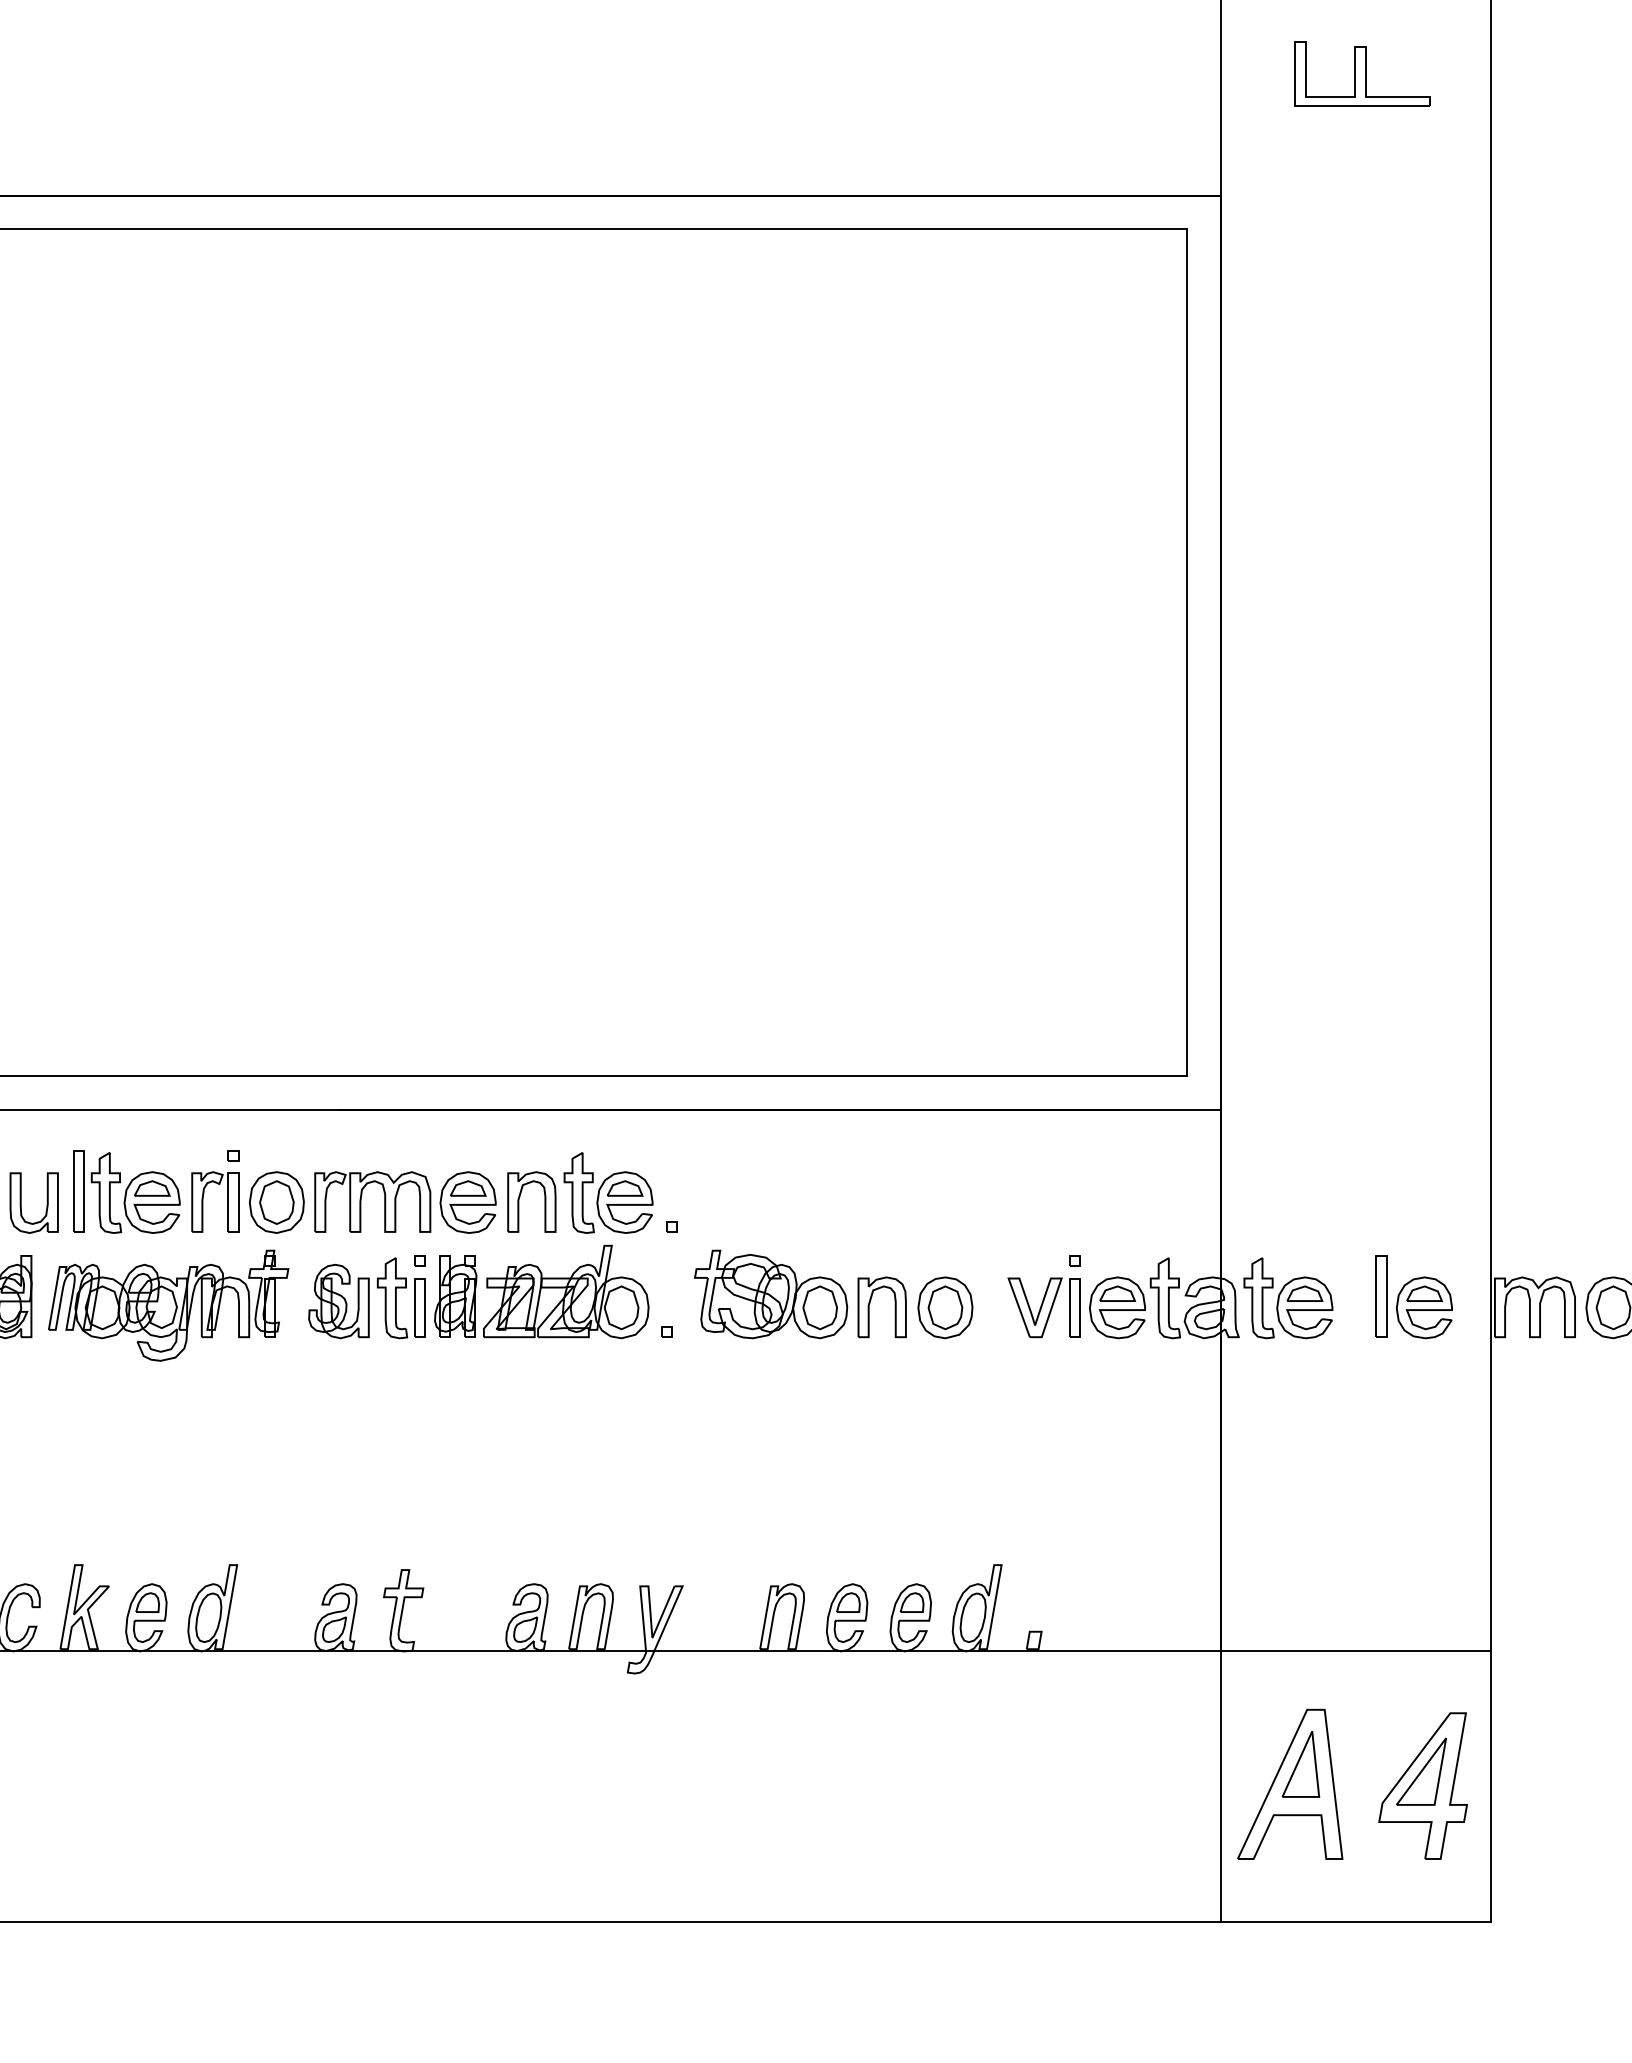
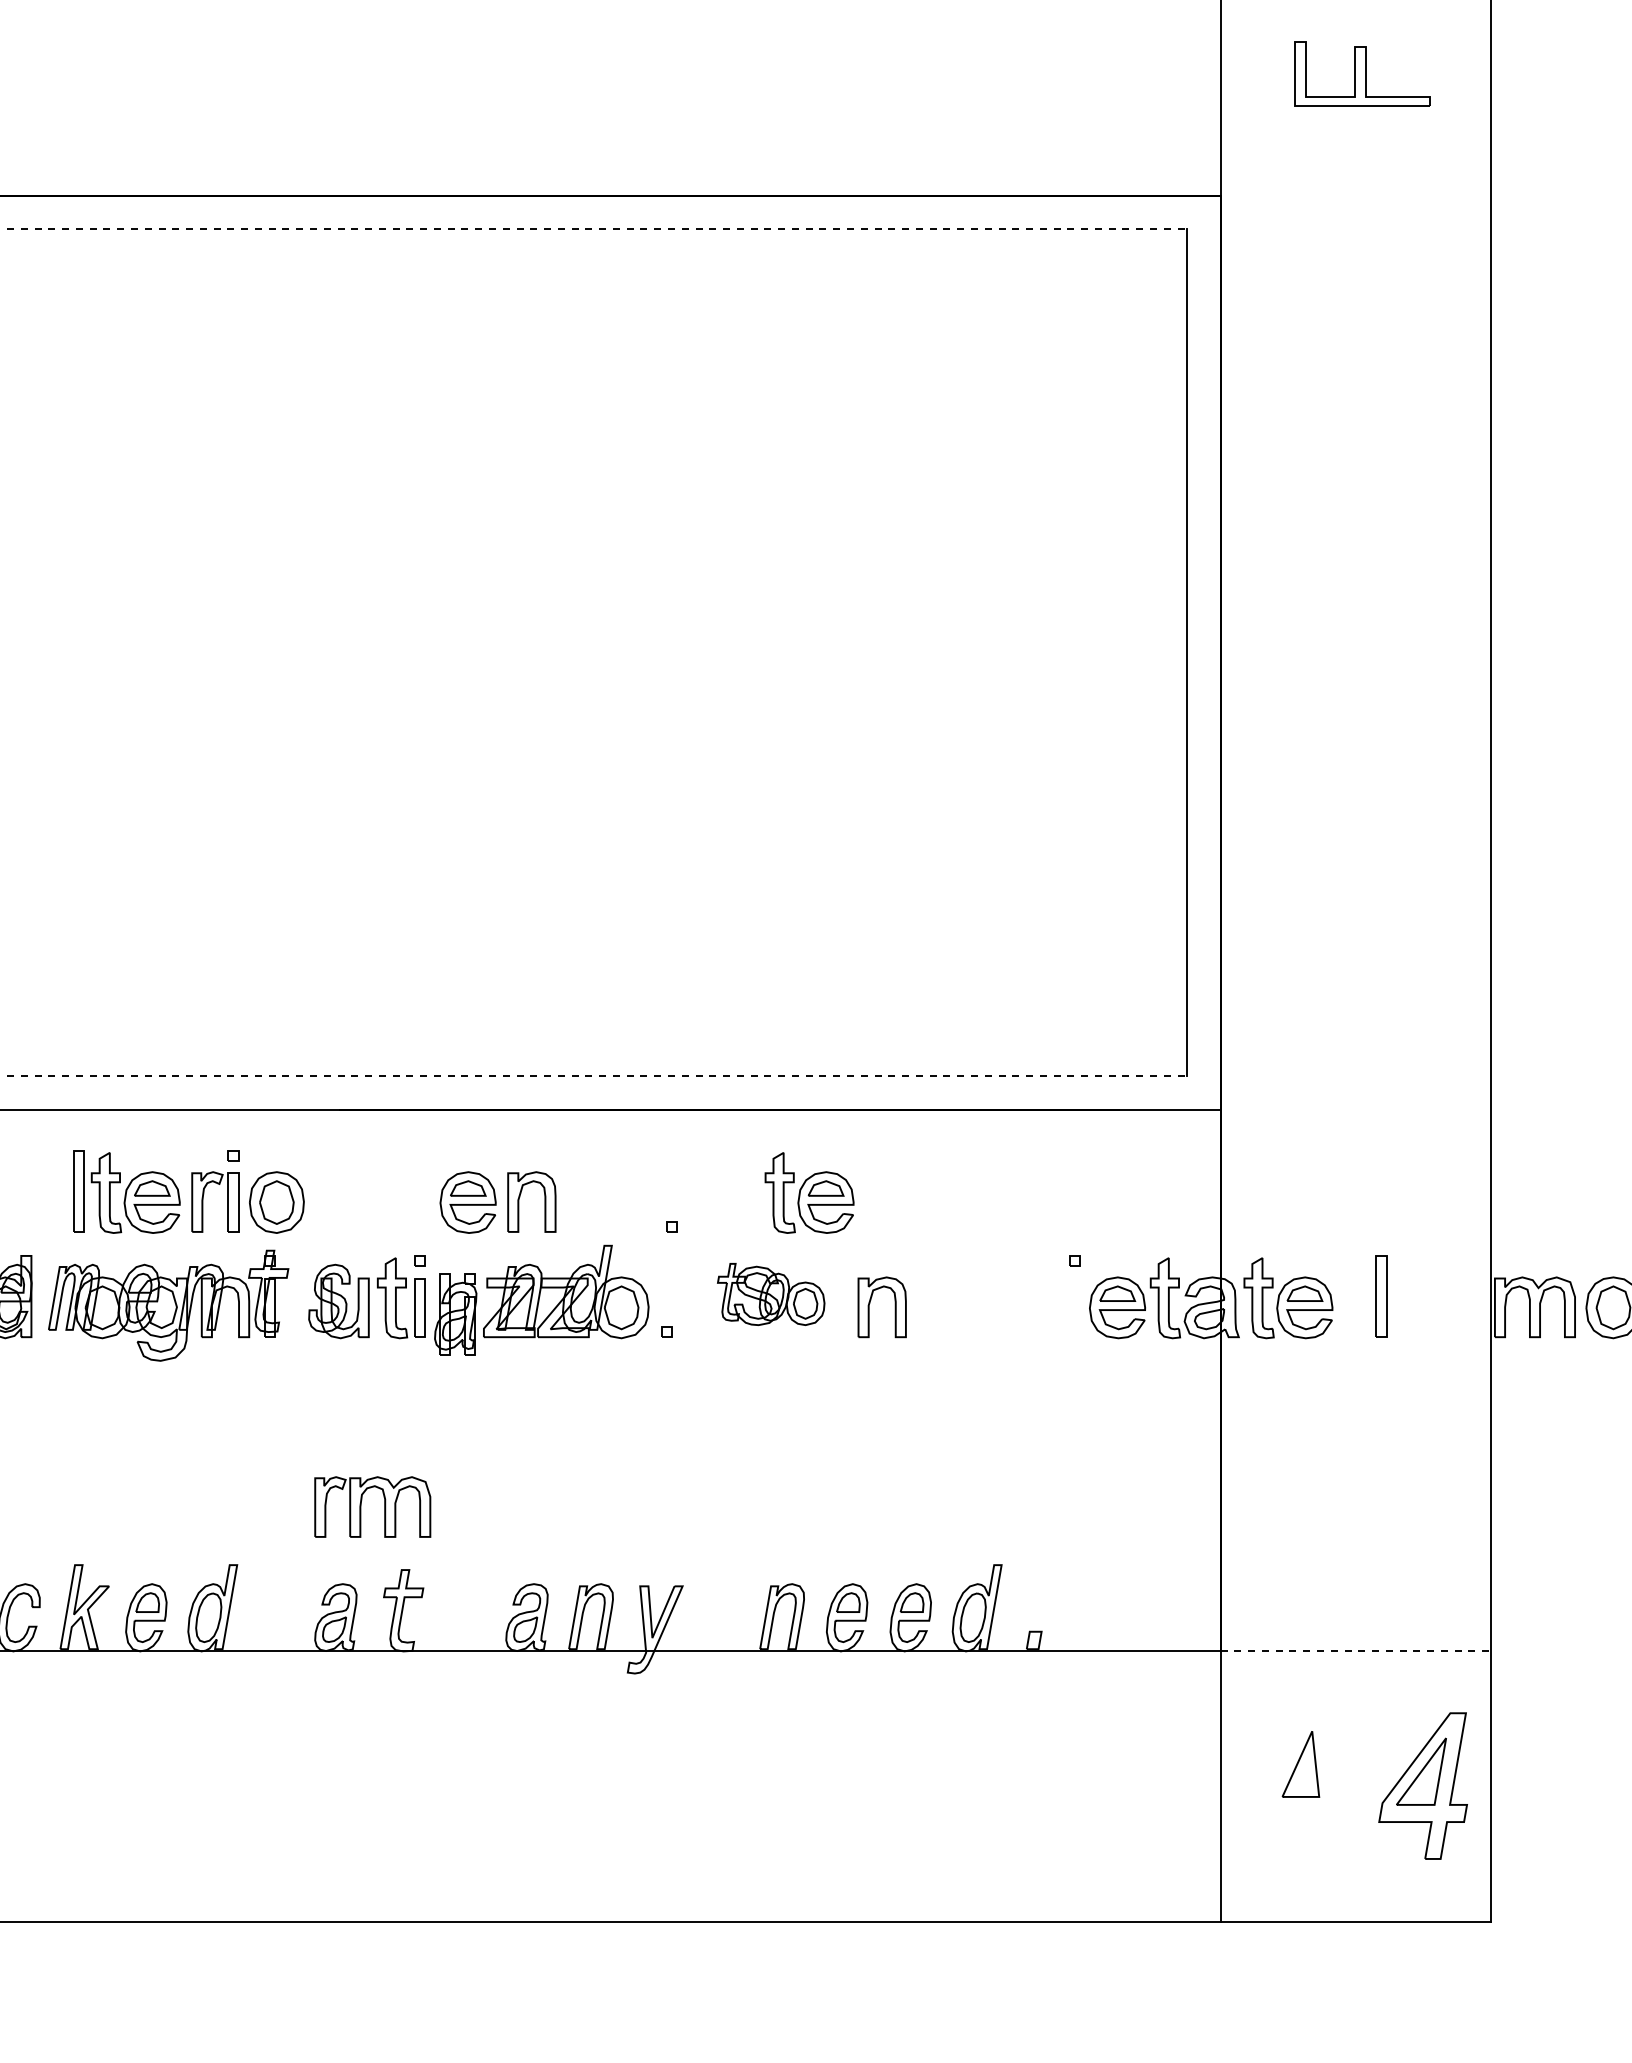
line at (593, 229): solid -> dashed
line at (593, 1075): solid -> dashed
part at (608, 1192) position: (608, 1192) -> (809, 1192)
part at (361, 1201) position: (361, 1201) -> (361, 1506)
part at (21, 1202): present -> none
part at (771, 1294) size: 155x91 px -> 109x63 px
part at (455, 1296) position: (455, 1296) -> (455, 1314)
part at (945, 1307): present -> none
part at (1043, 1307): present -> none
part at (1423, 1307): present -> none
line at (1356, 1651): solid -> dashed
part at (1290, 1783): present -> none
